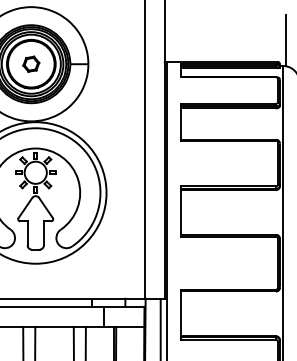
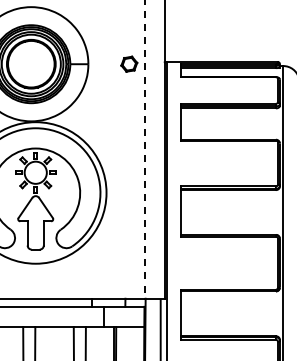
line at (286, 40): present -> none
part at (31, 63) position: (31, 63) -> (129, 63)
line at (144, 149): solid -> dashed
